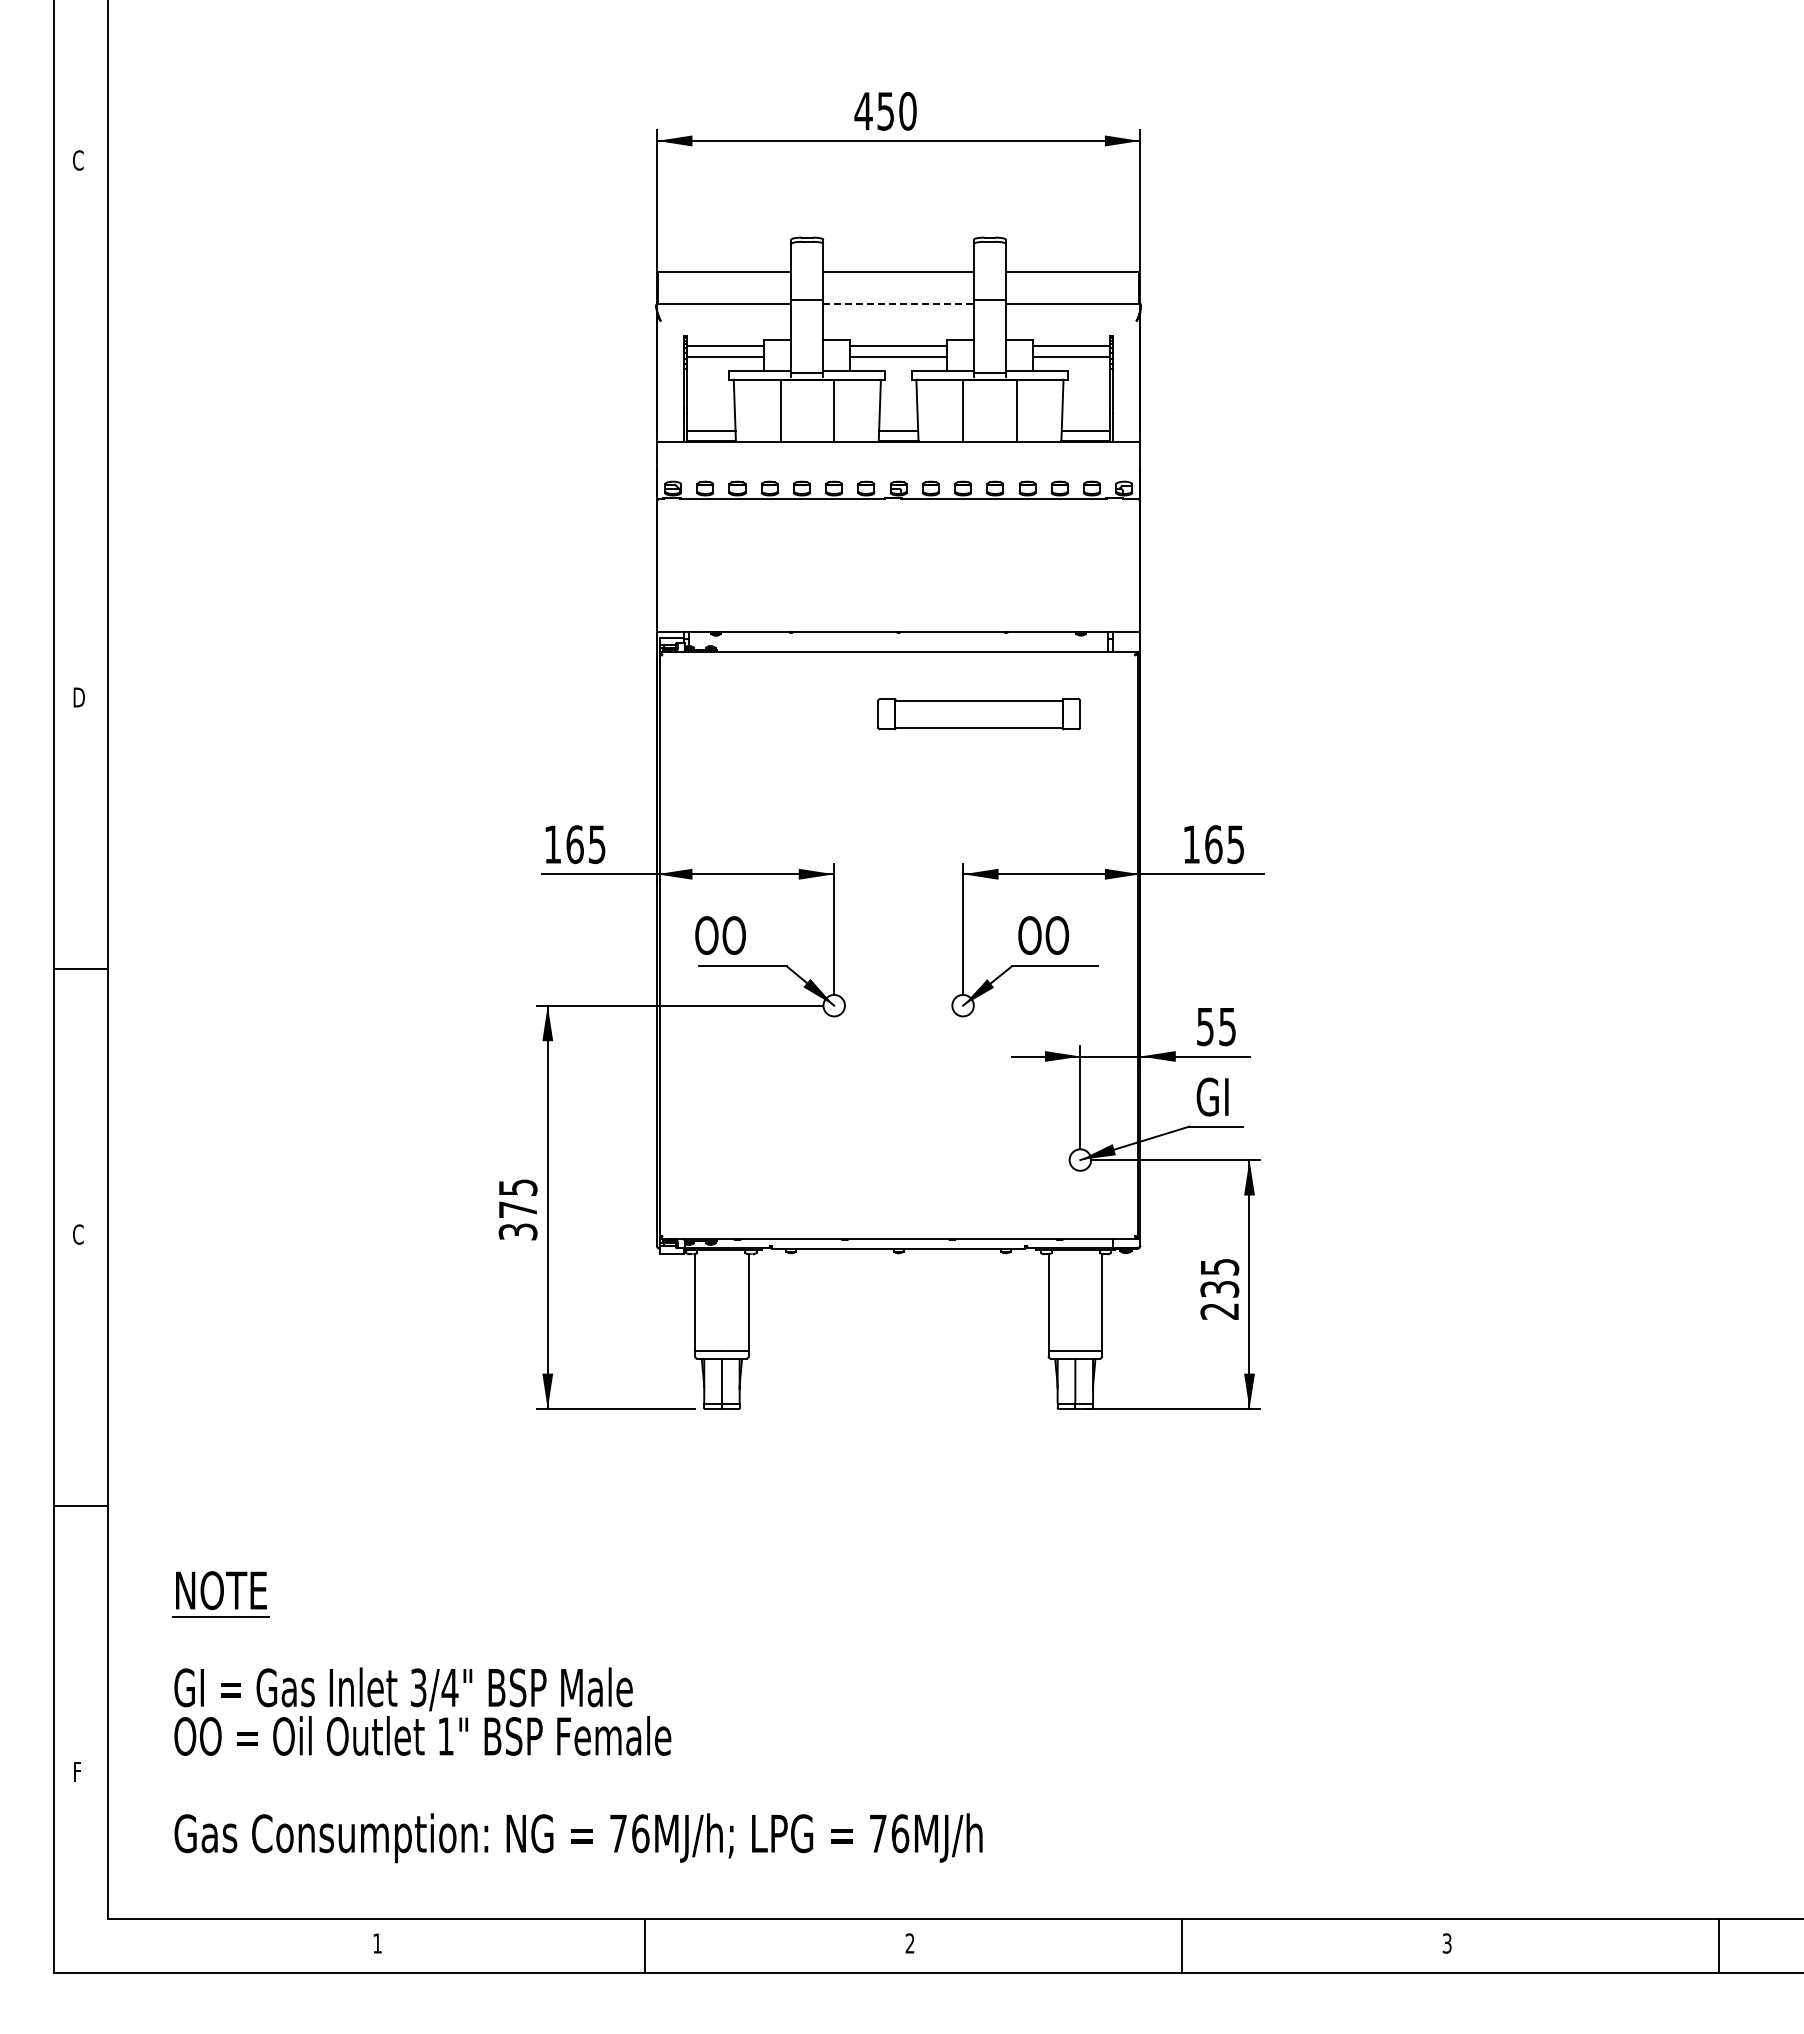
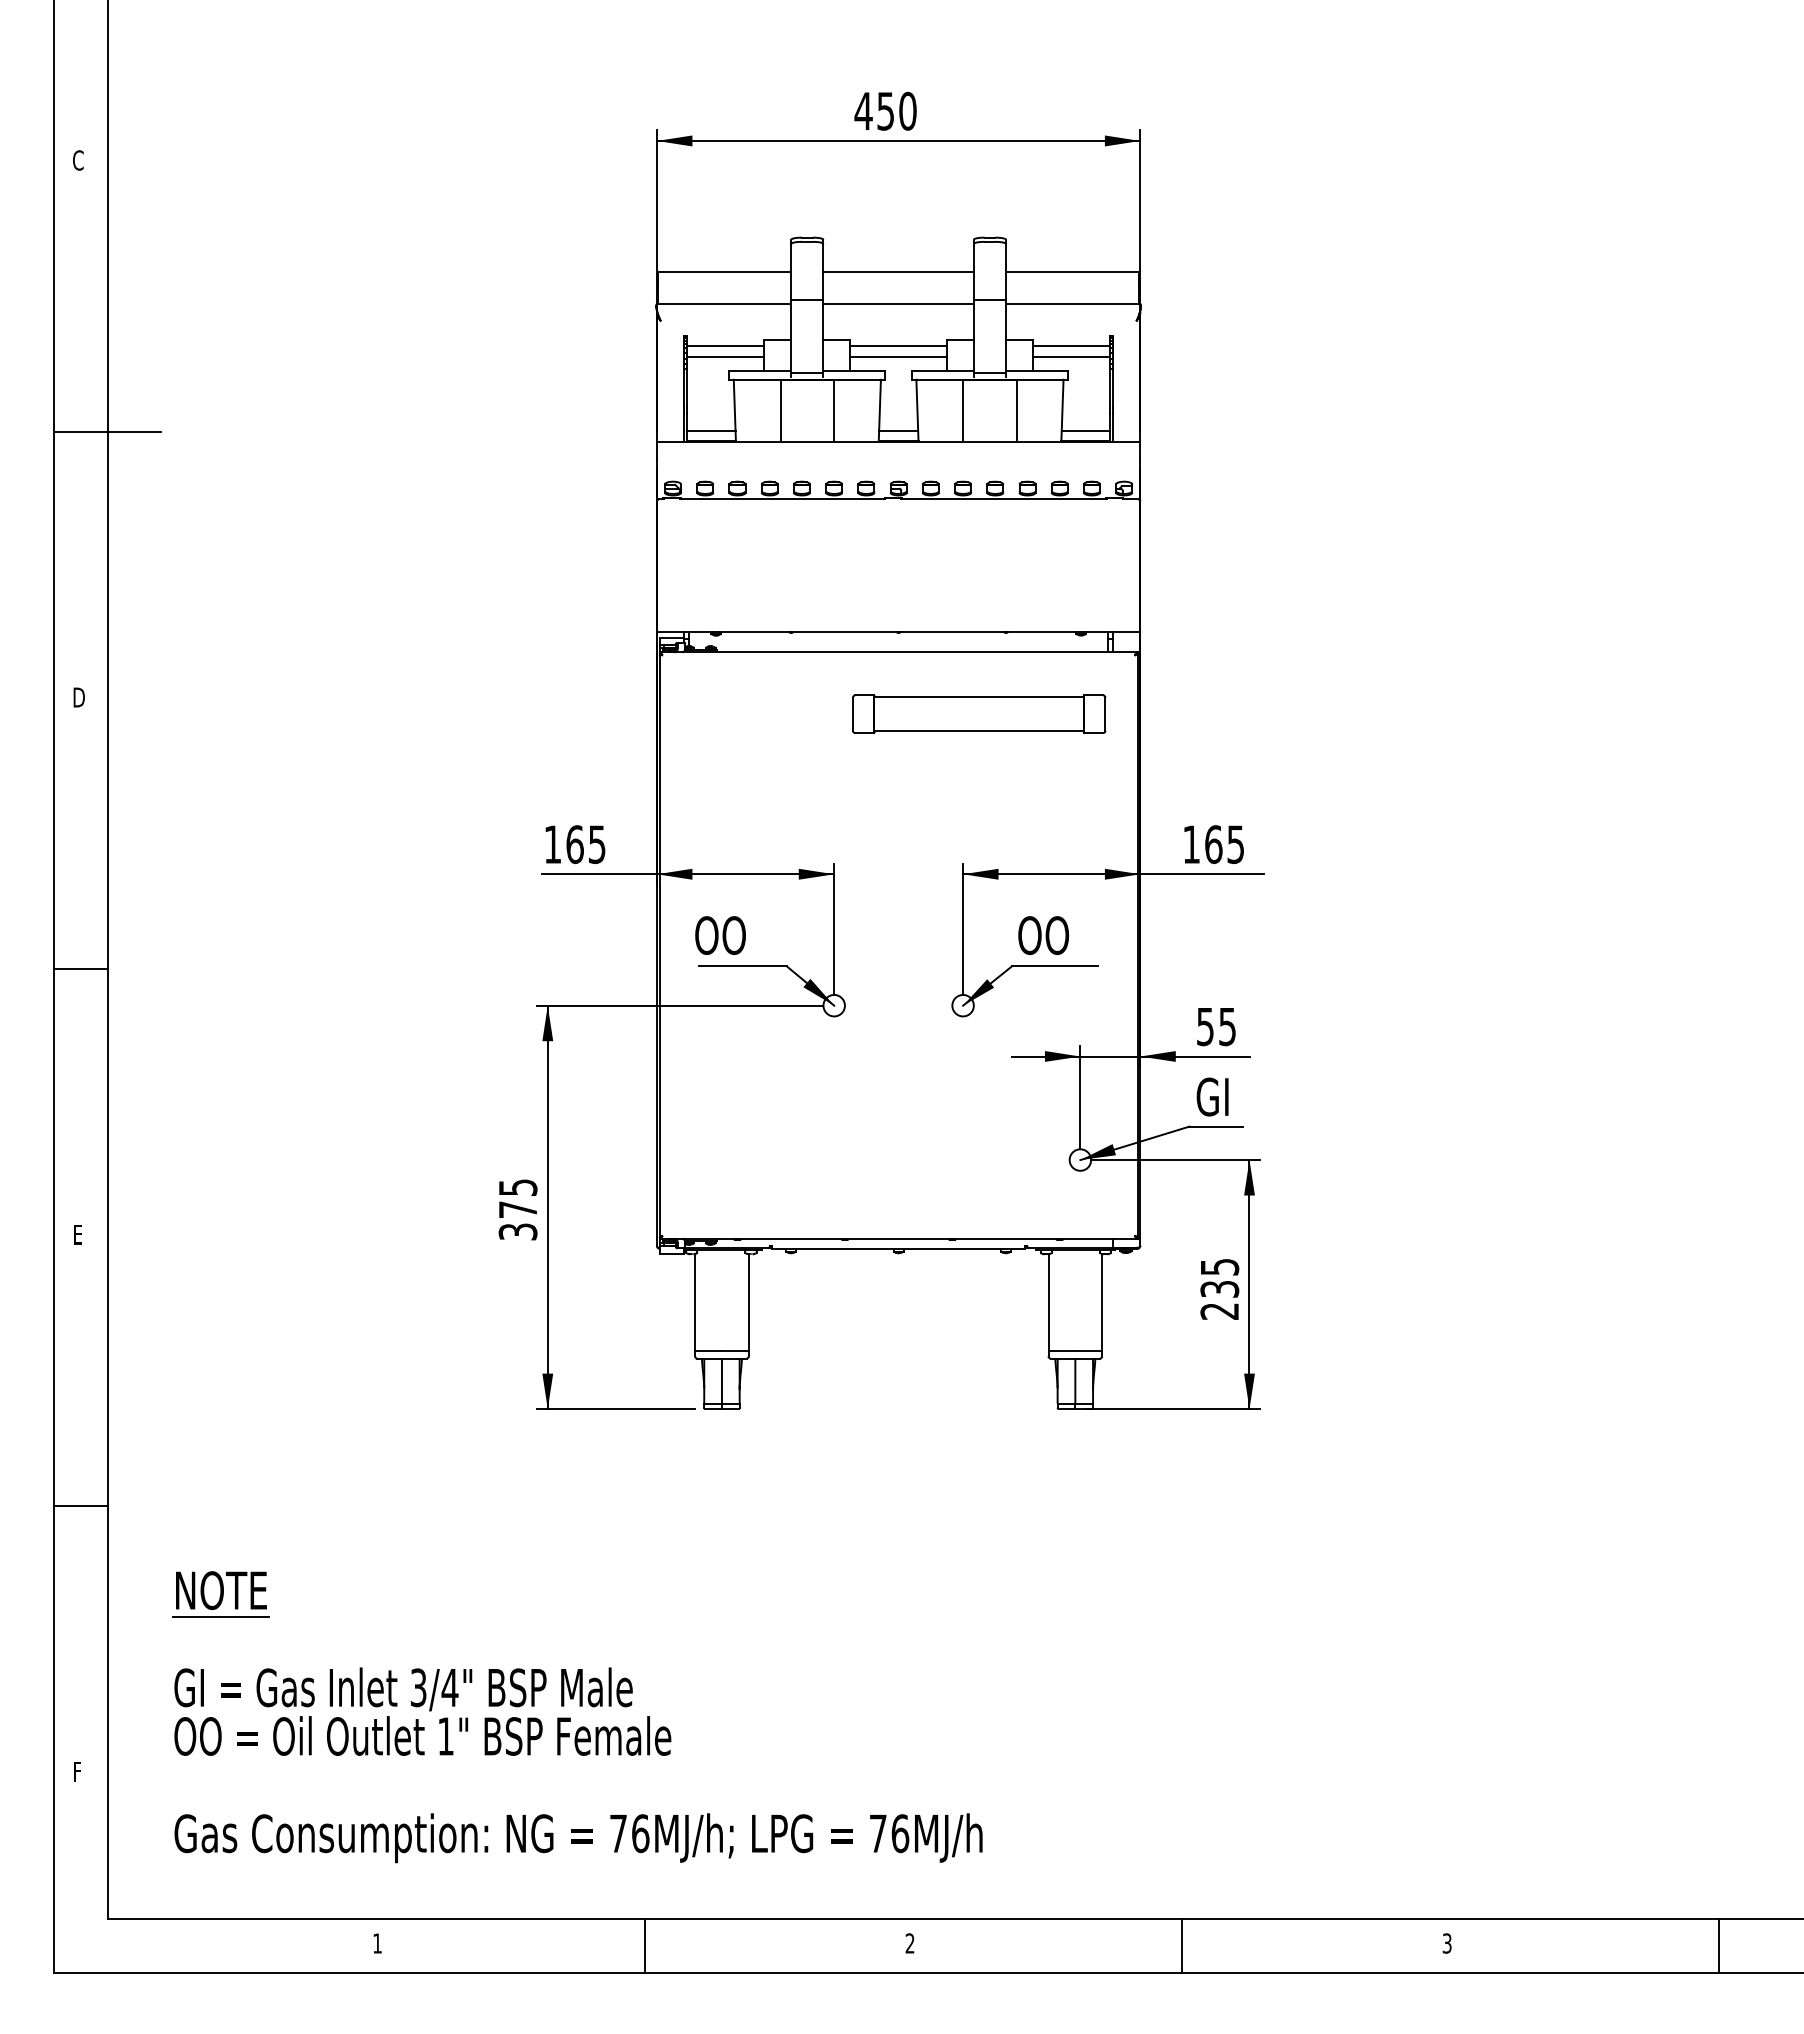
line at (899, 304): dashed -> solid
line at (107, 431): none -> present
part at (978, 714) size: 204x33 px -> 255x41 px
text at (78, 1234): C -> E
